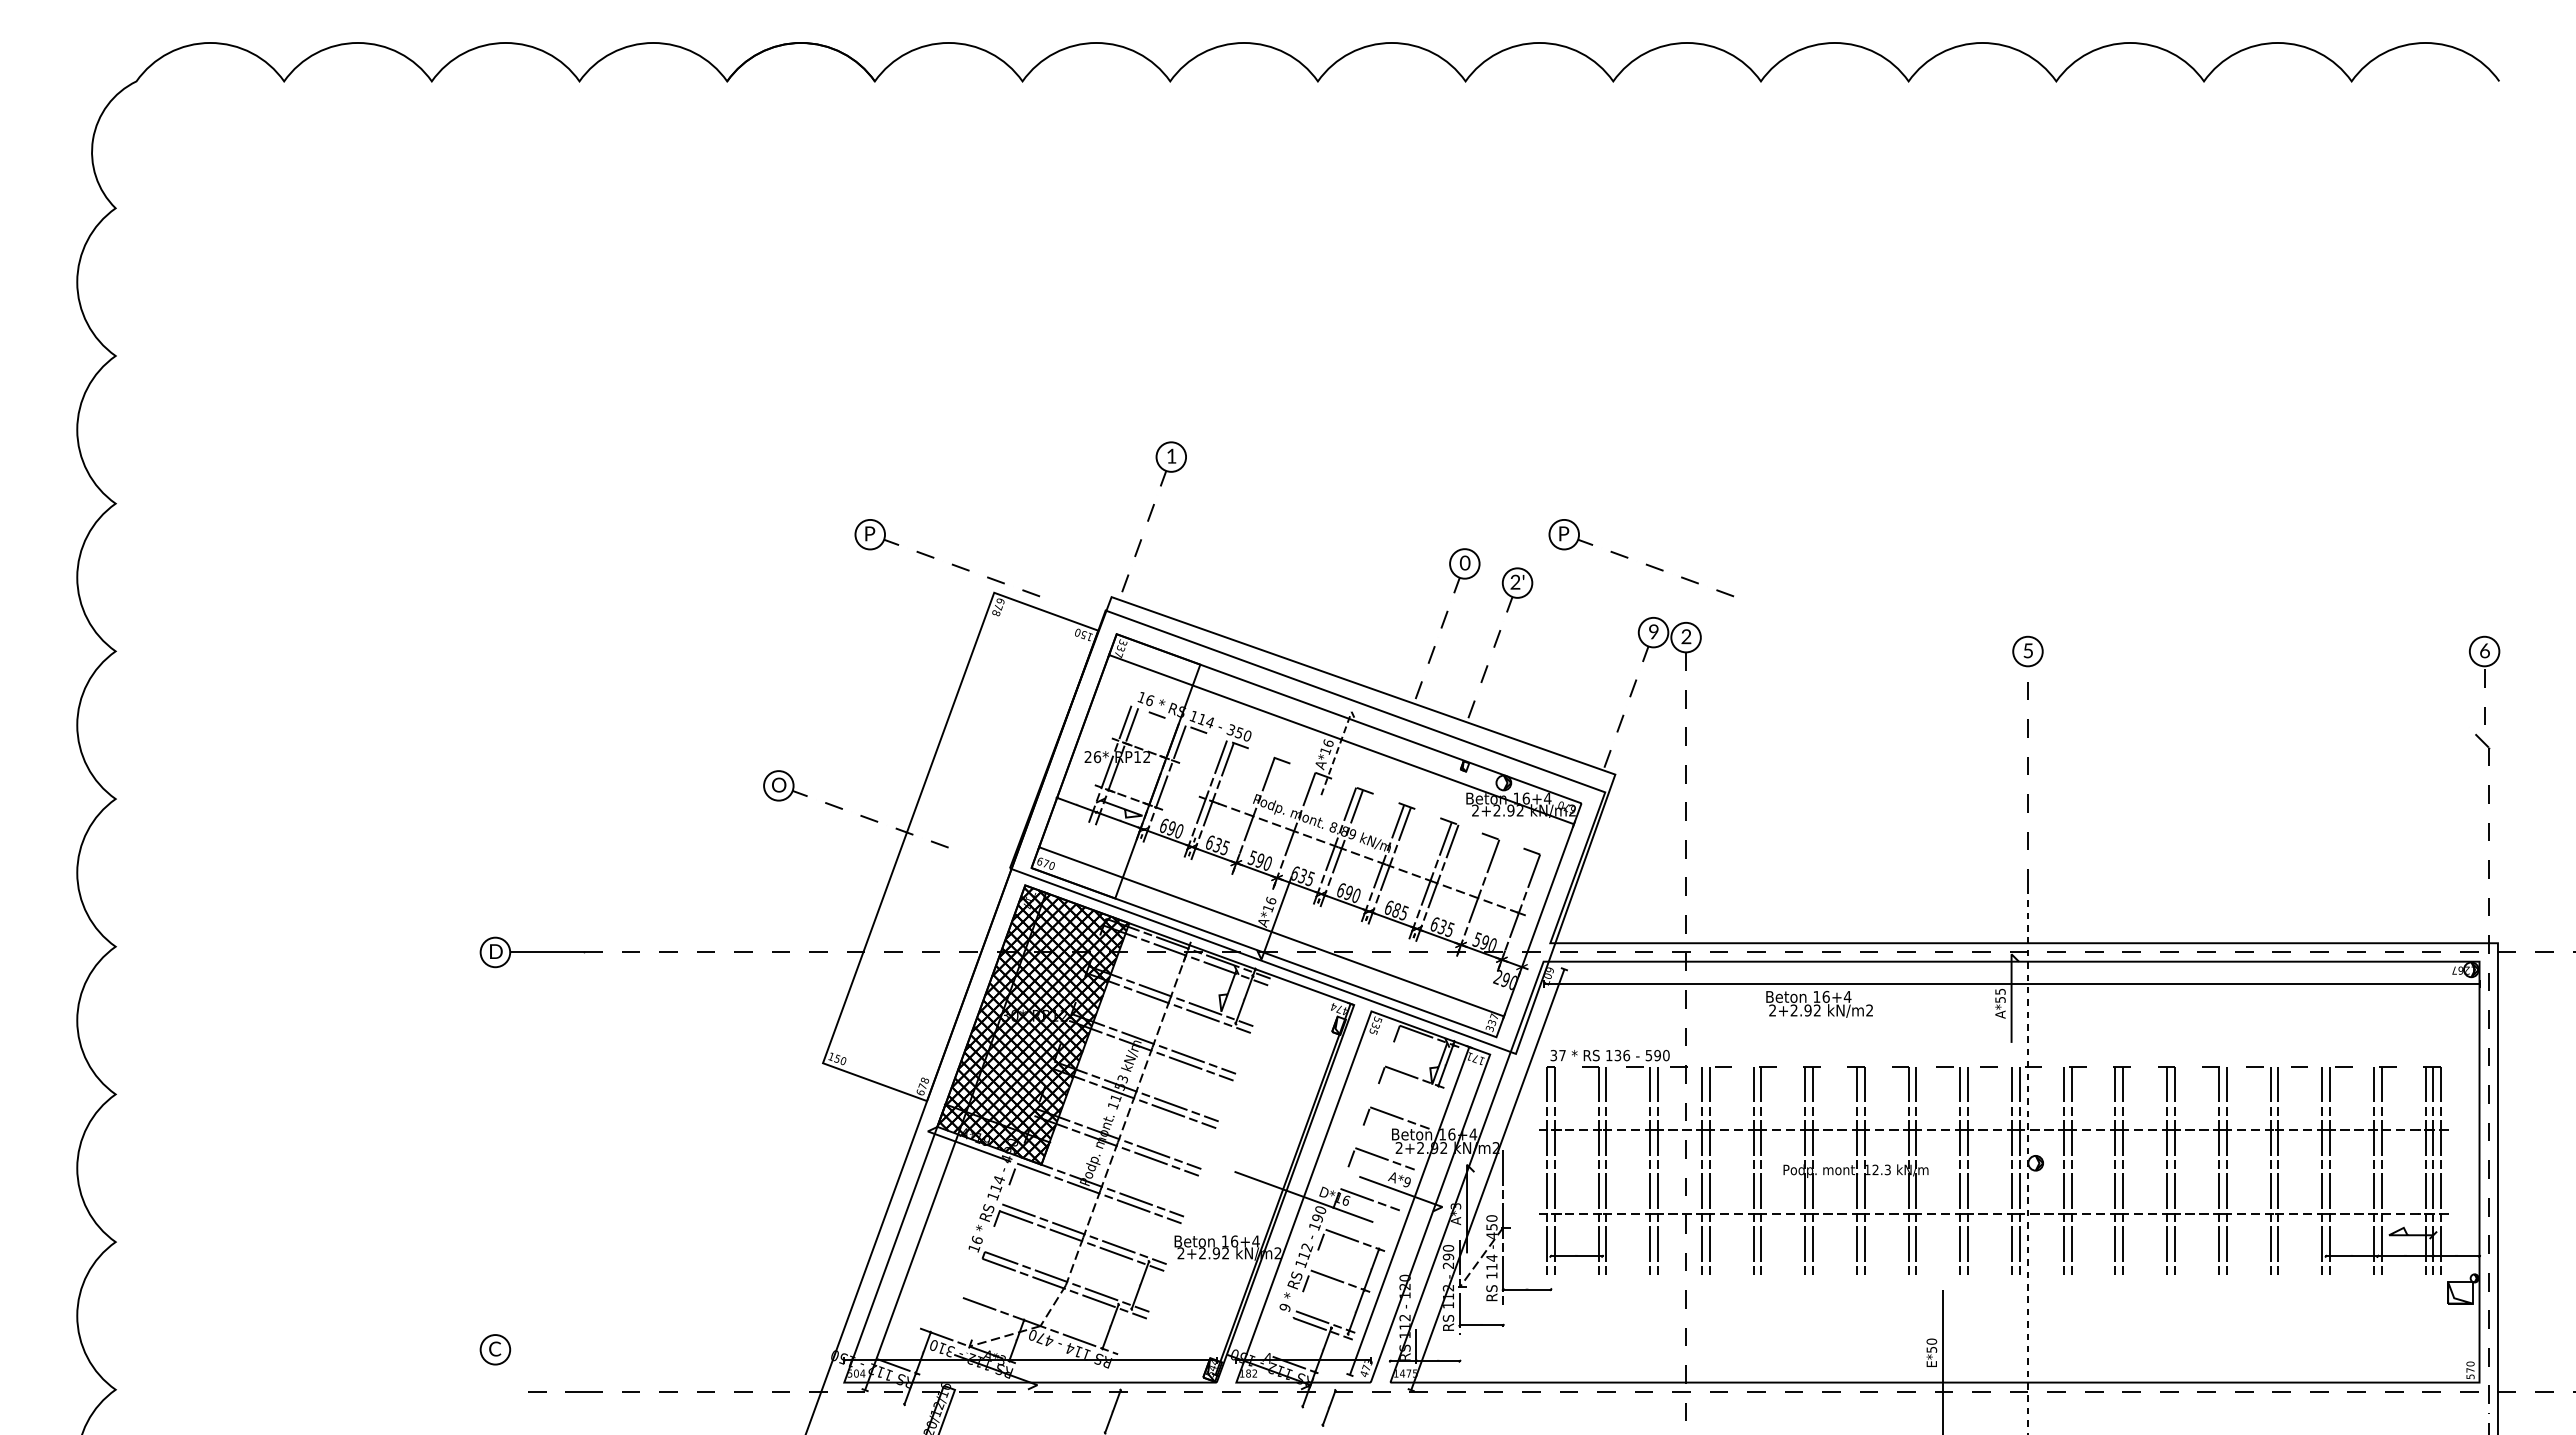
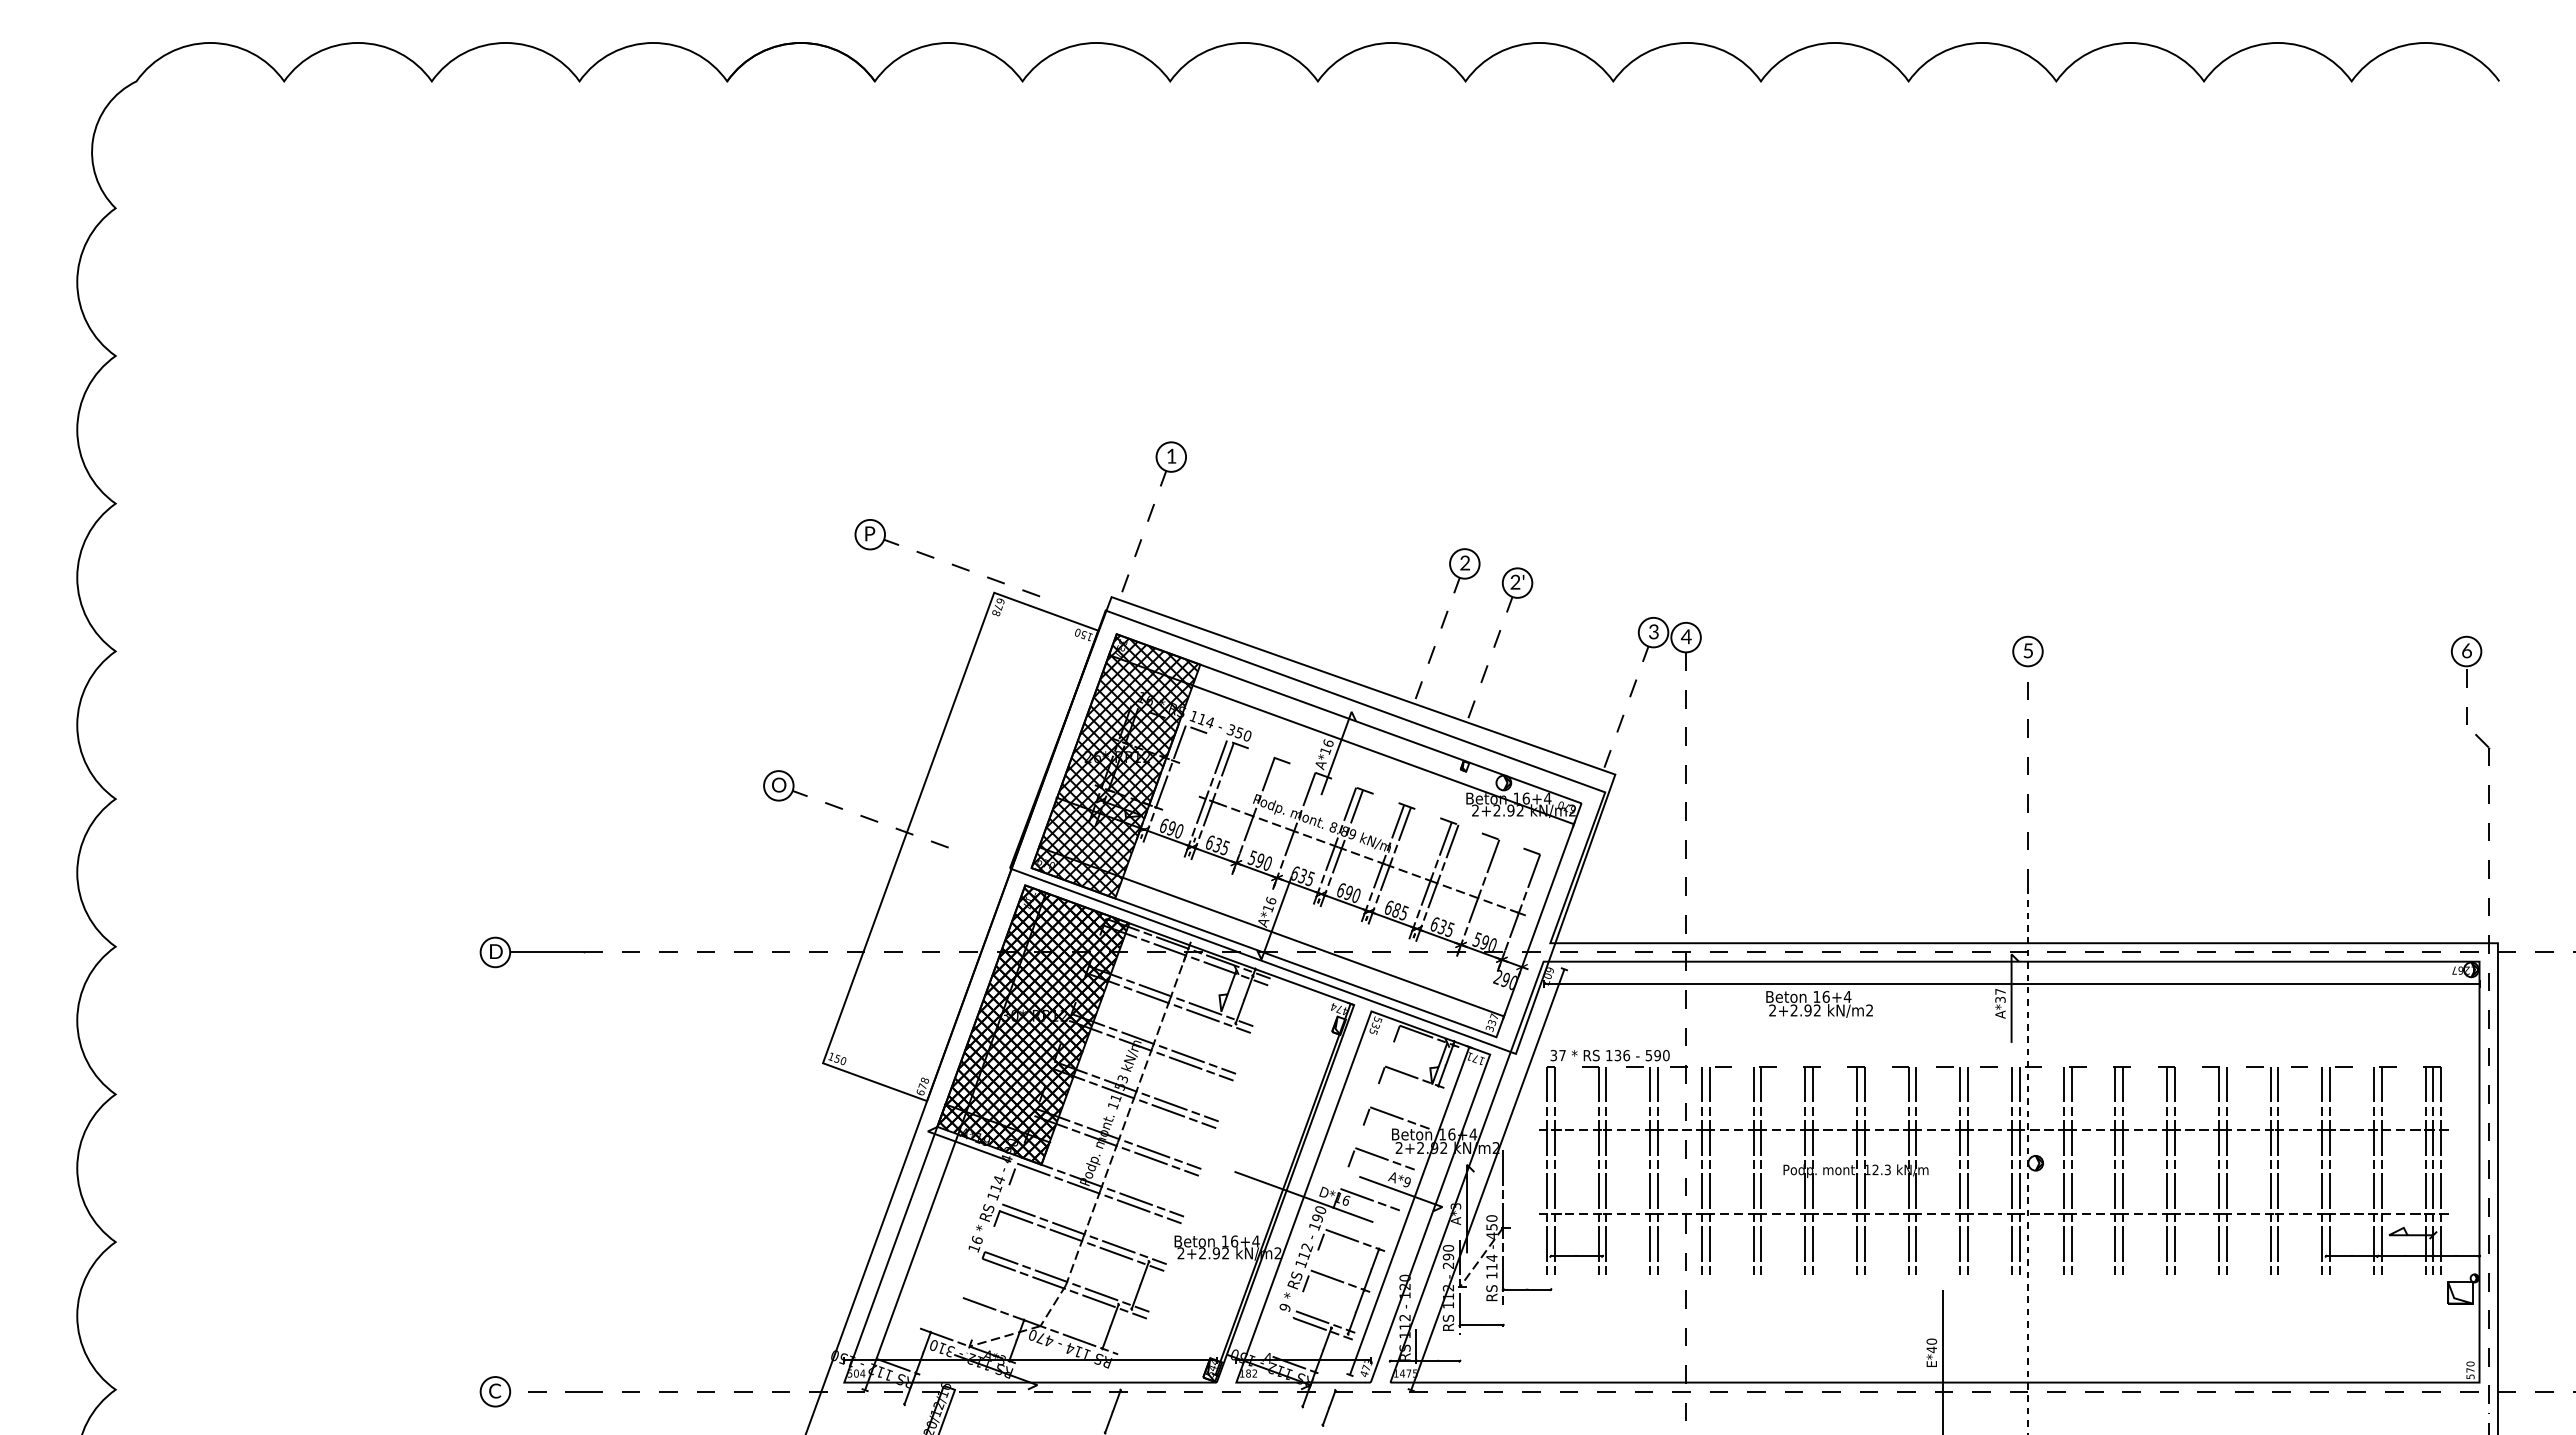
text at (1464, 563): 0 -> 2
part at (1646, 563): present -> none
text at (1653, 632): 9 -> 3
text at (1685, 636): 2 -> 4
part at (2484, 679) position: (2484, 679) -> (2466, 679)
line at (1338, 747): dashed -> solid
hatch at (1115, 765): none -> present
text at (2000, 995): A*55 -> A*37
part at (495, 1349) position: (495, 1349) -> (495, 1391)
text at (1931, 1349): E*50 -> E*40
